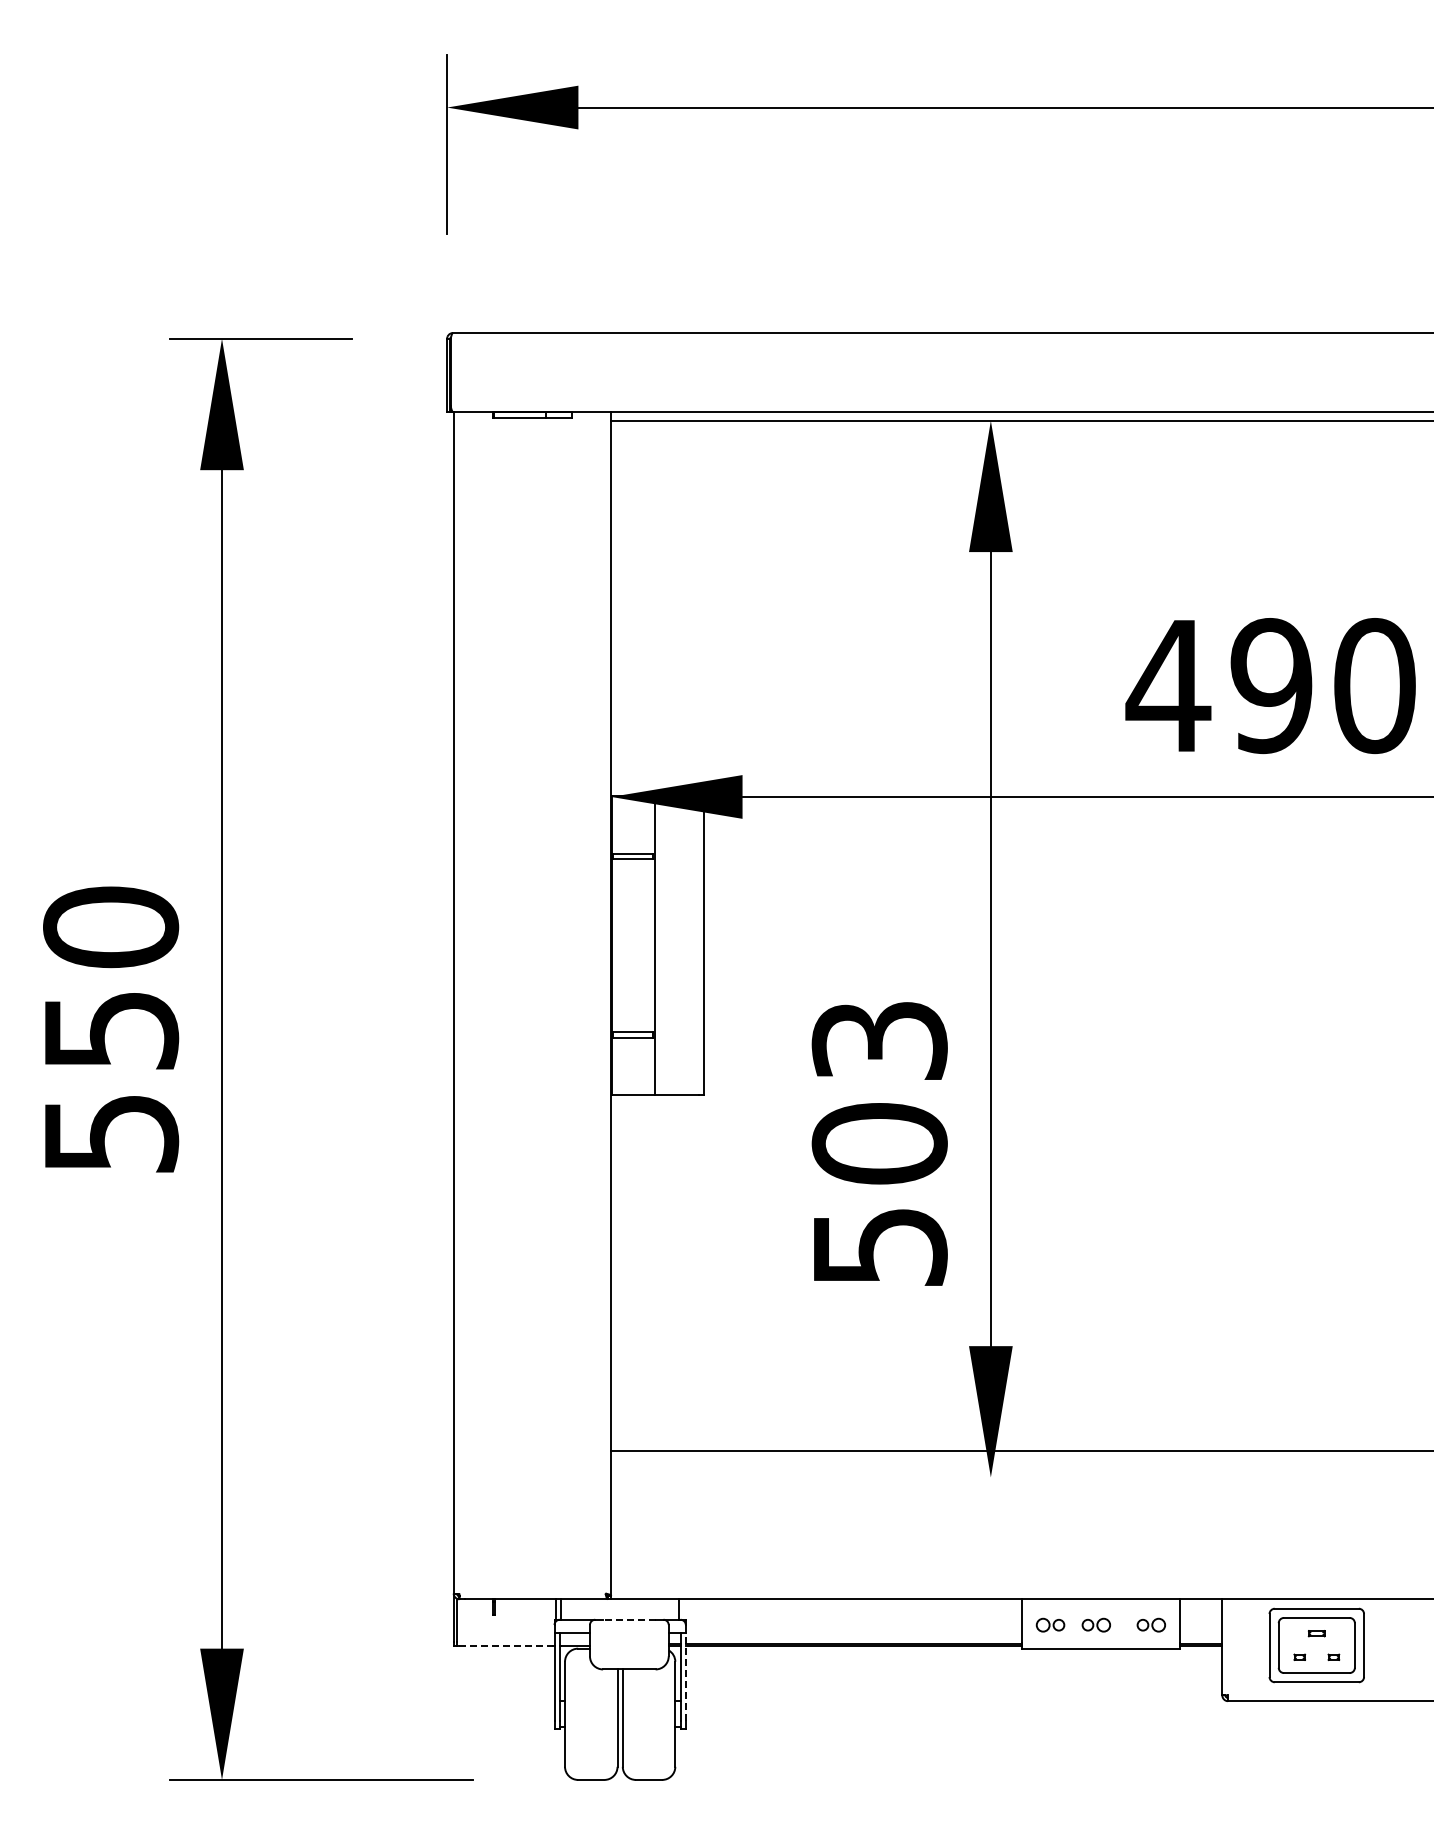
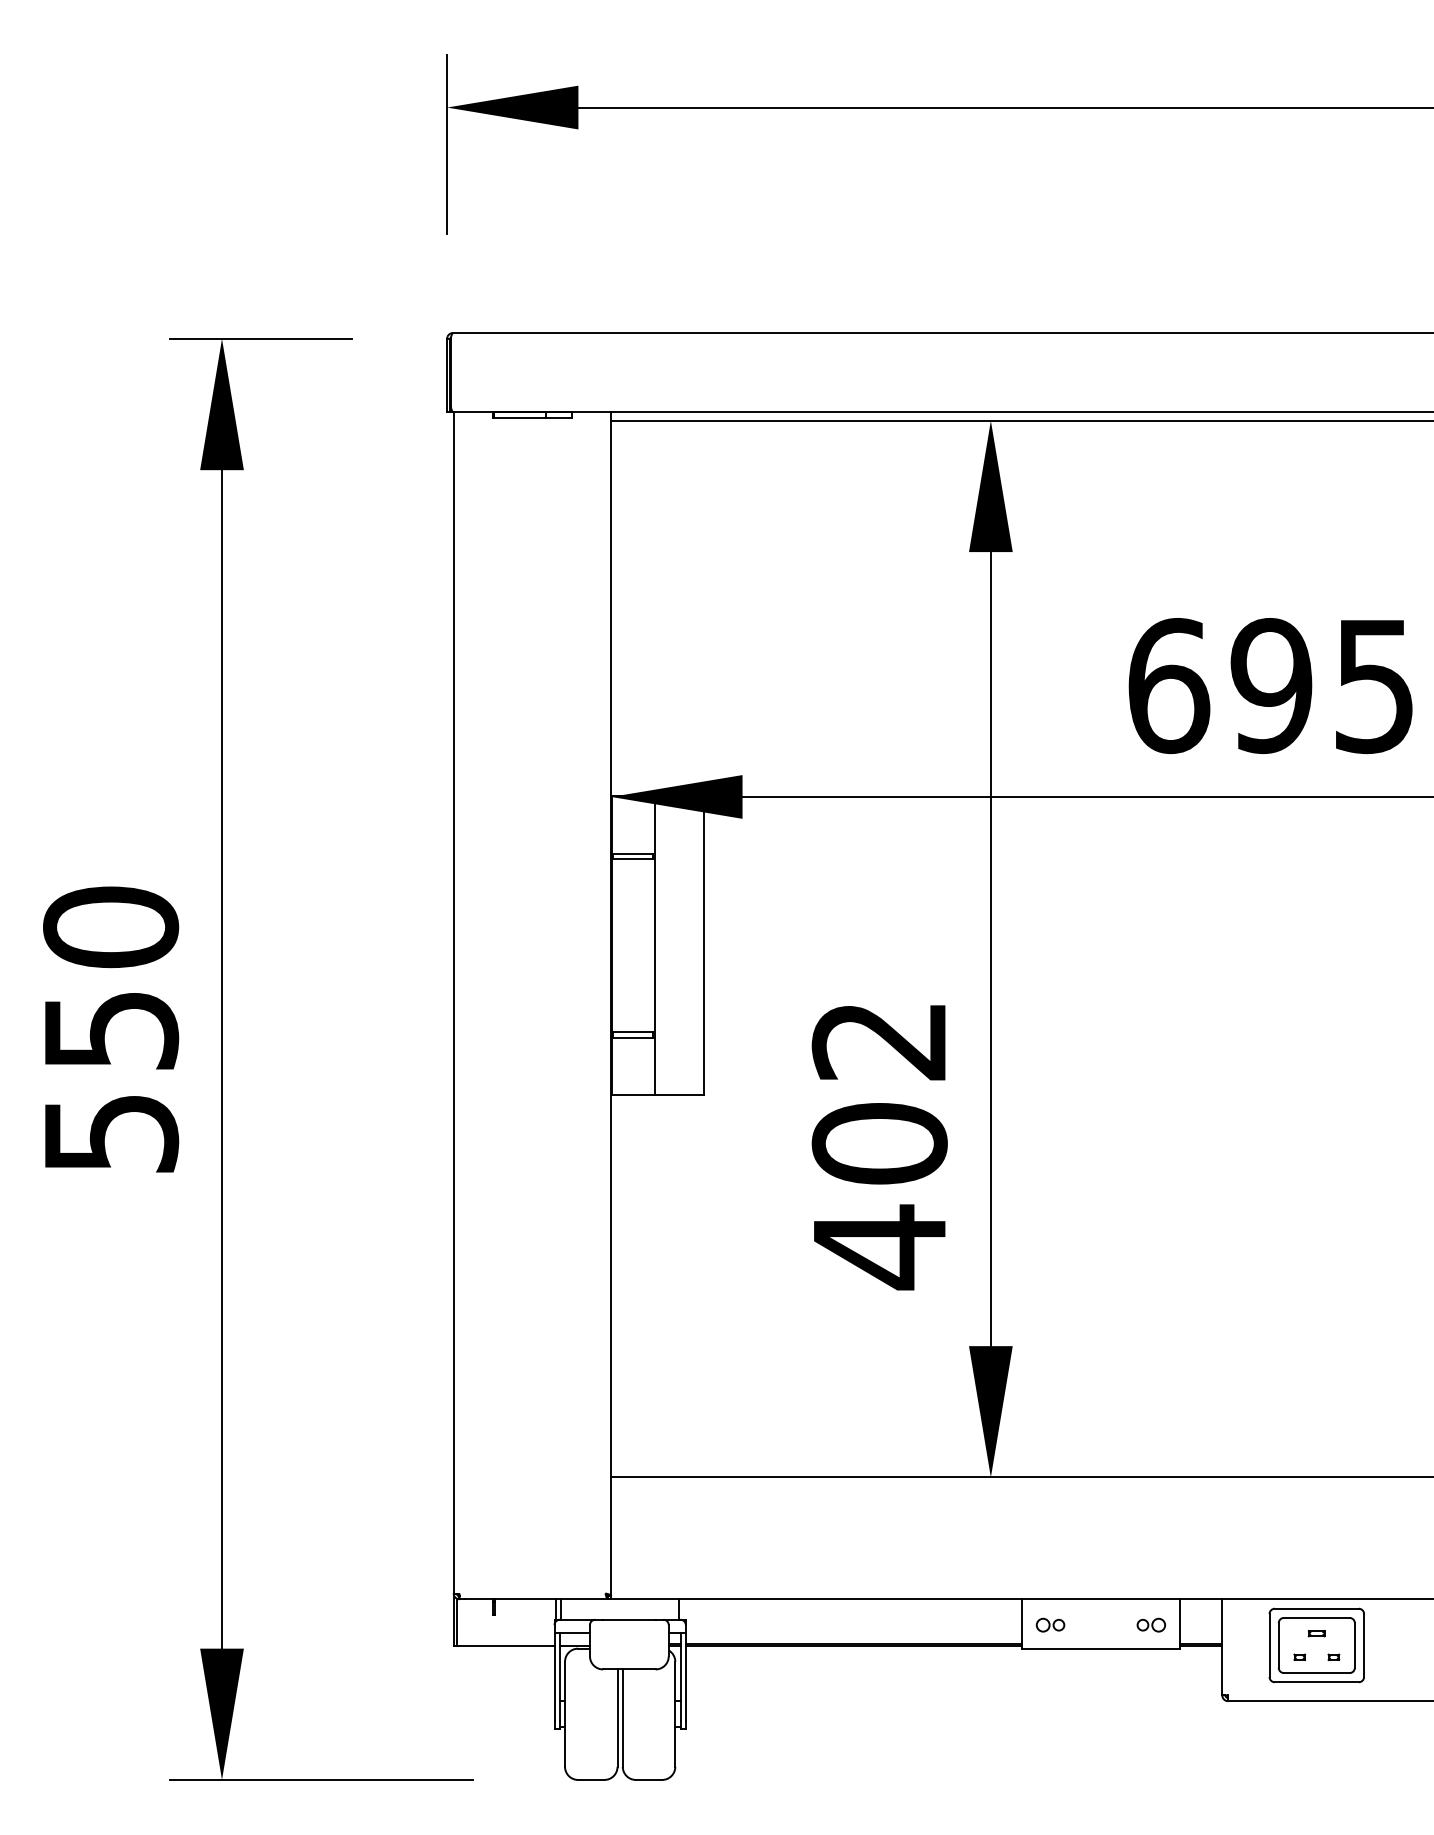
text at (1270, 686): 490 -> 695
text at (879, 1146): 503 -> 402
line at (1020, 1451) position: (1020, 1451) -> (1020, 1477)
line at (628, 1619): dashed -> solid
part at (1095, 1624): present -> none
line at (506, 1646): dashed -> solid
line at (685, 1676): dashed -> solid
